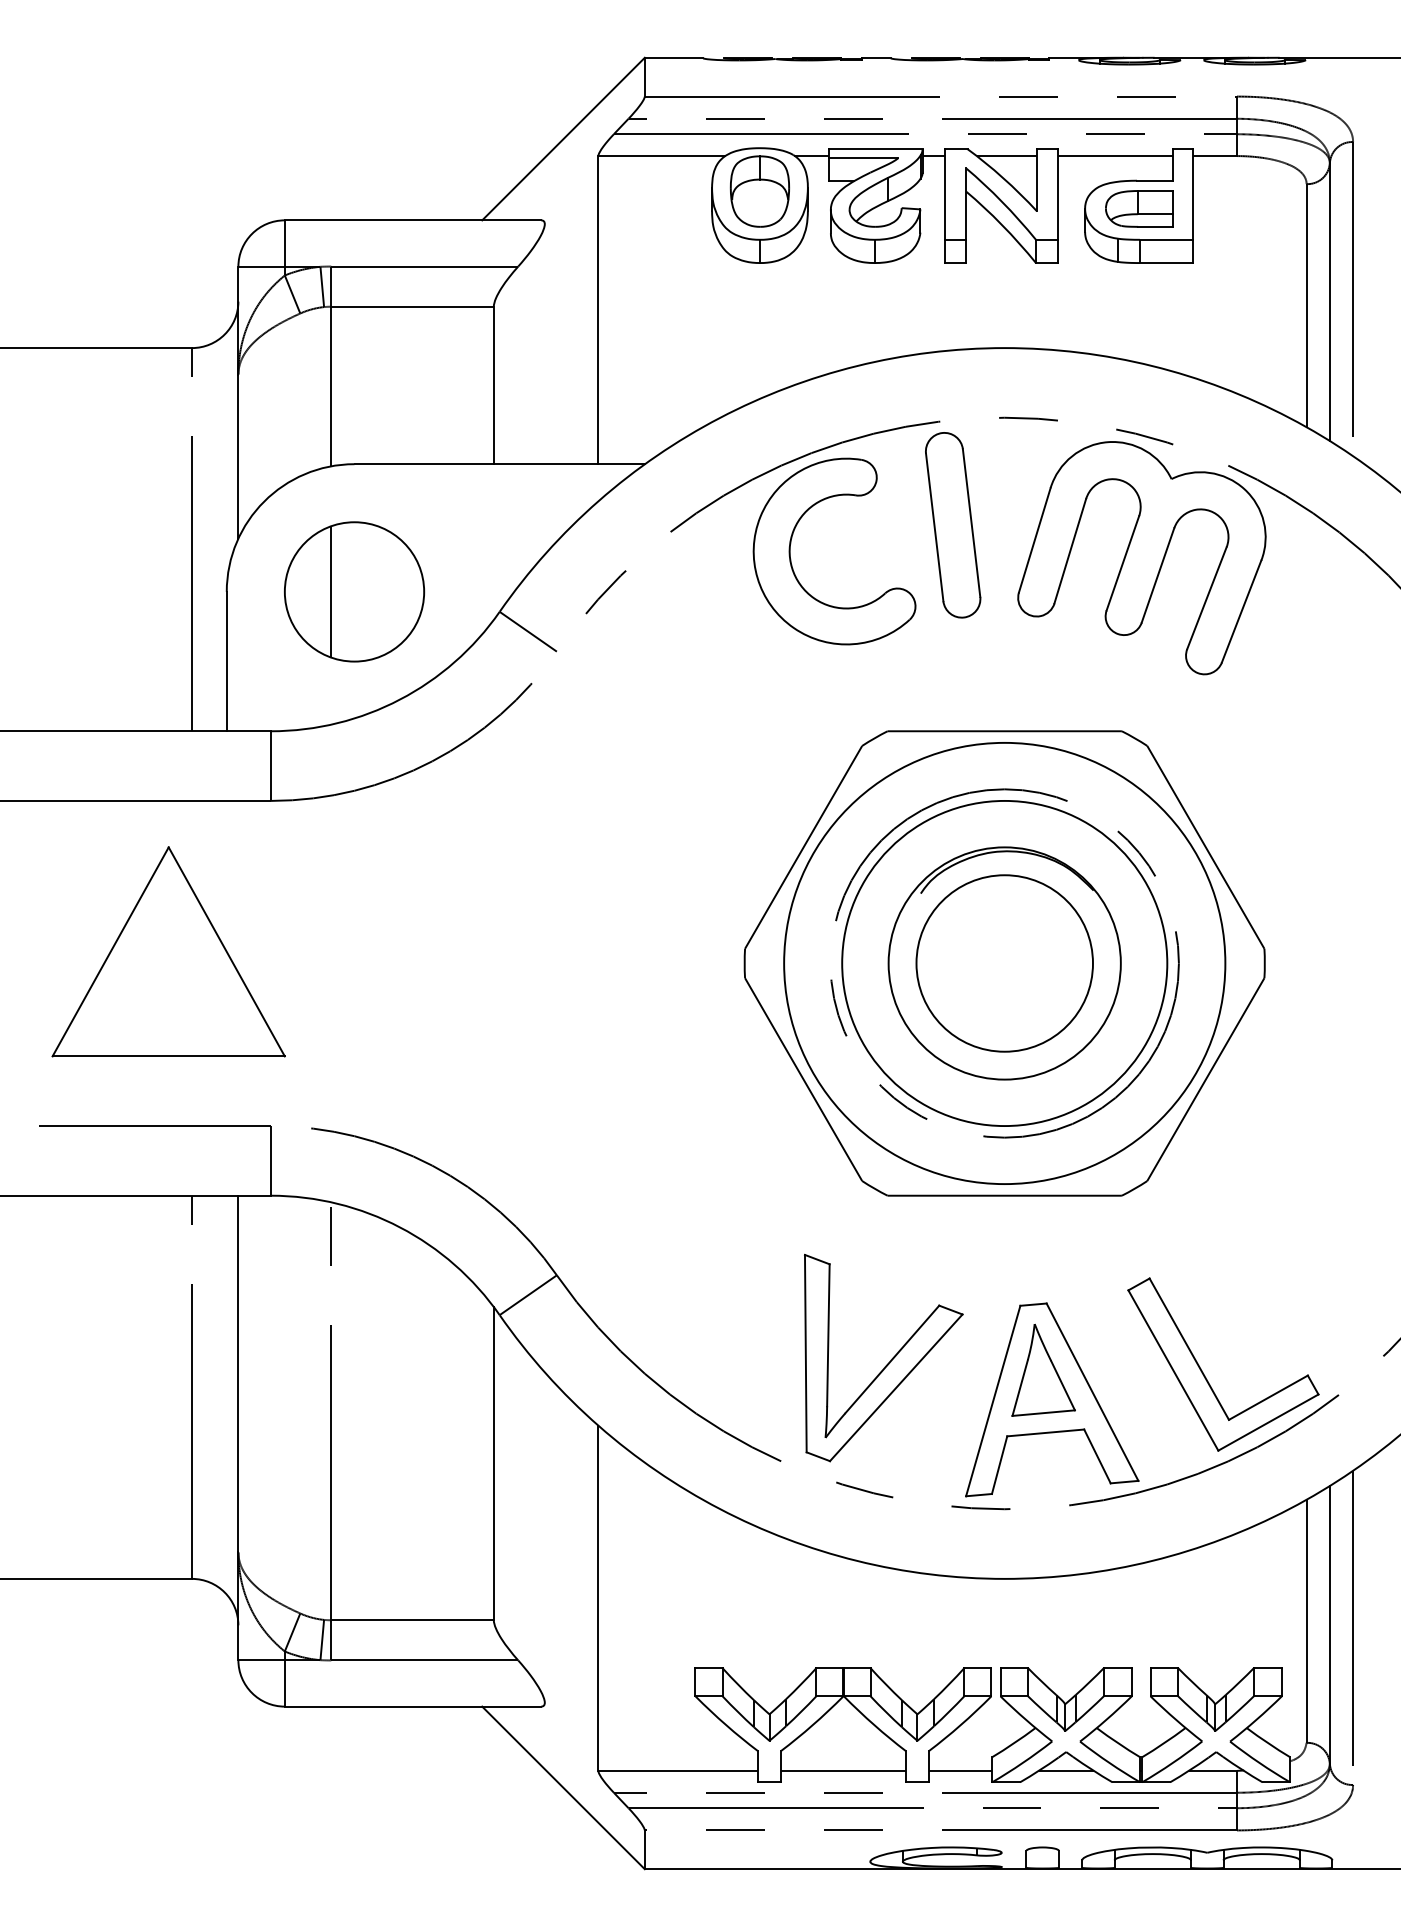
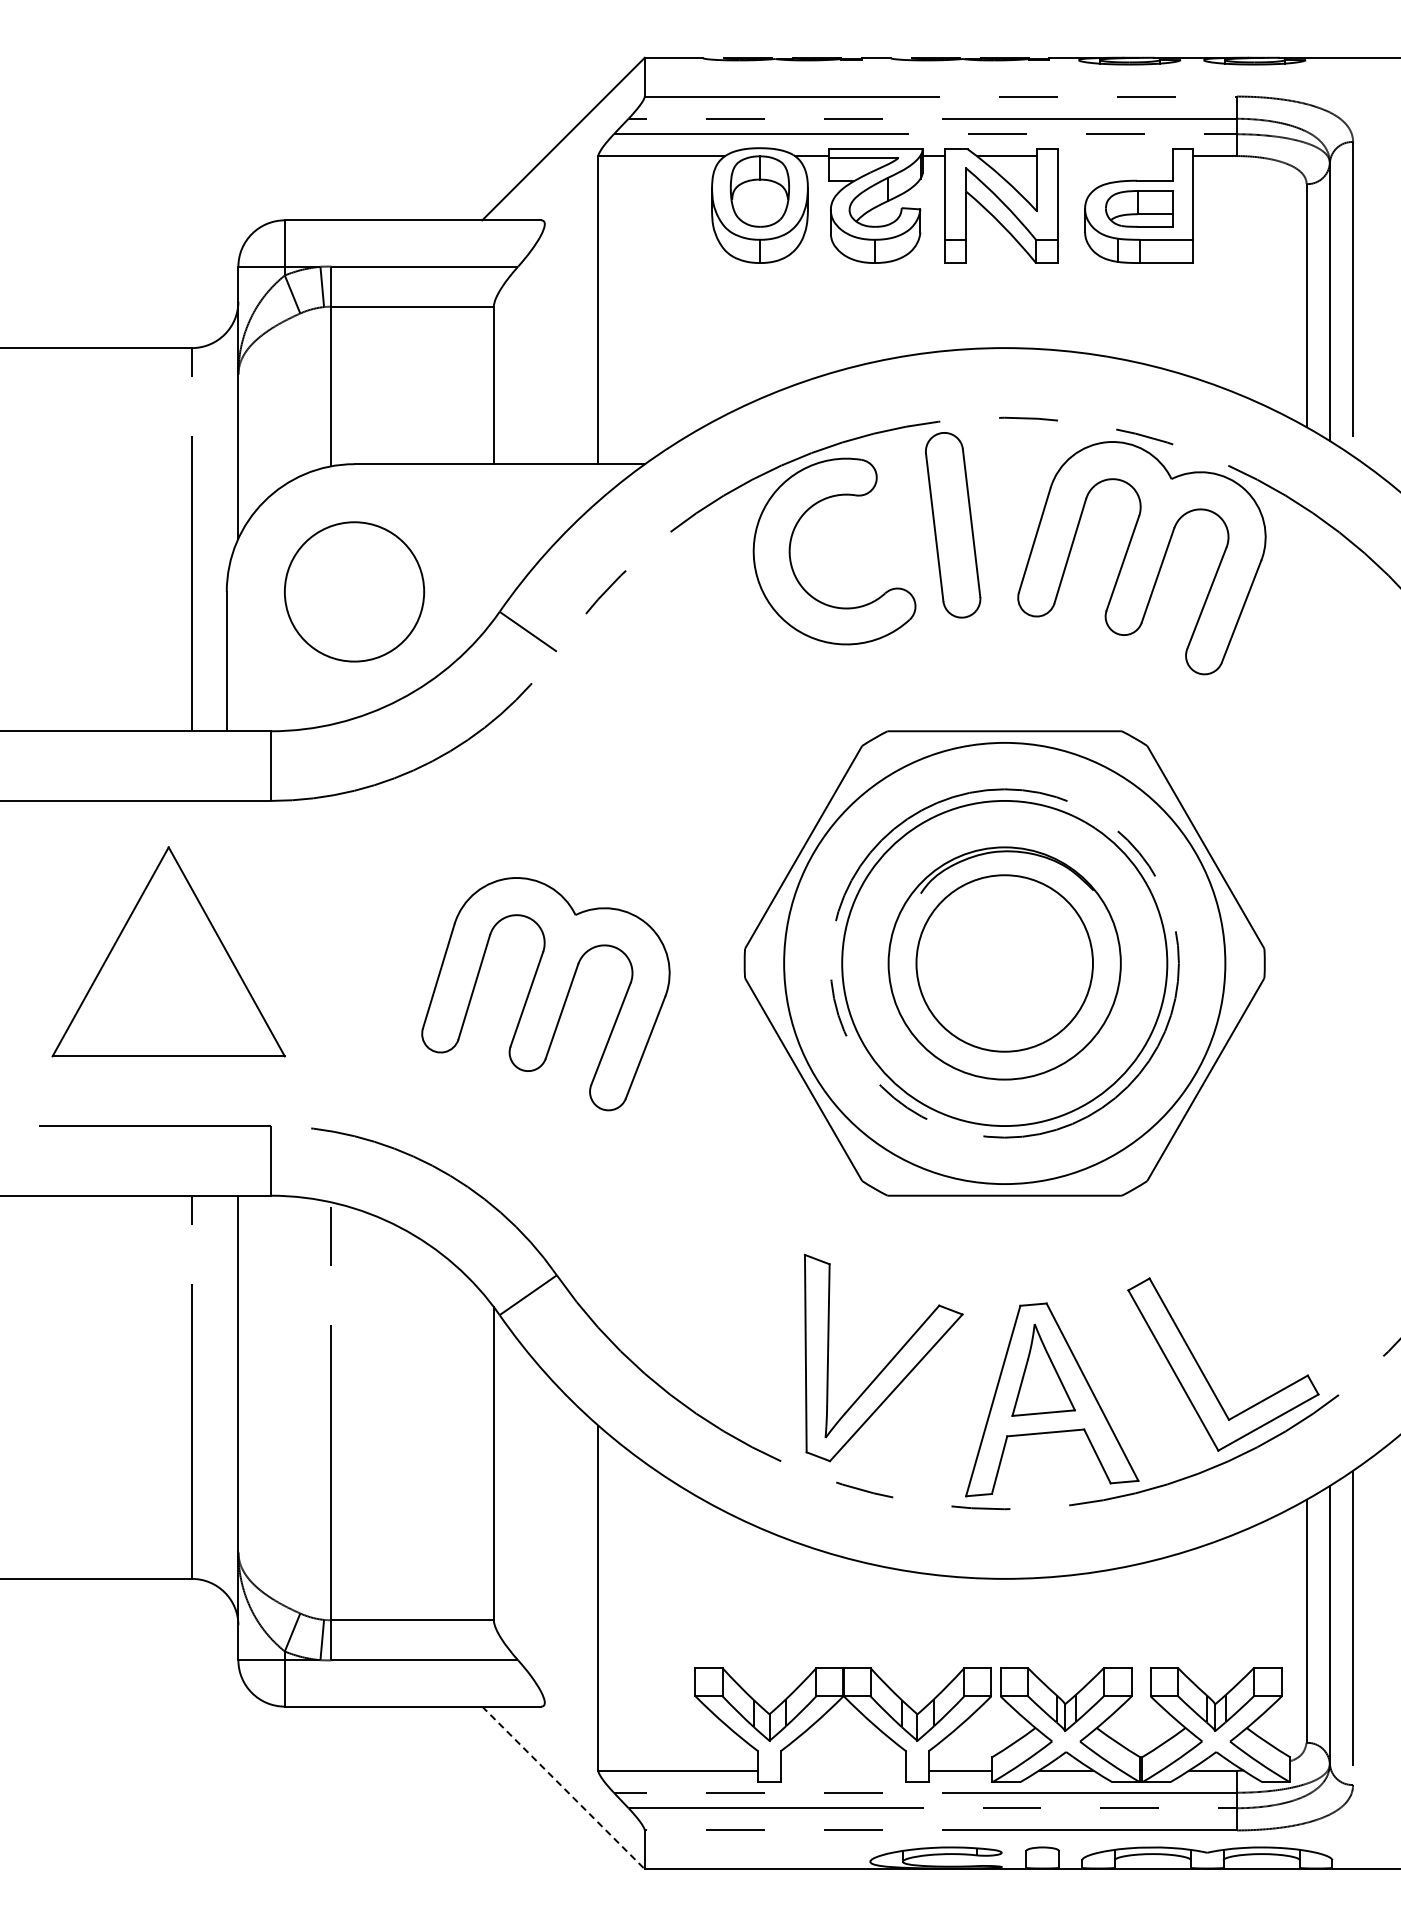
line at (1115, 156): present -> none
line at (331, 591): present -> none
part at (545, 994): none -> present
line at (843, 1770): present -> none
line at (563, 1787): solid -> dashed
